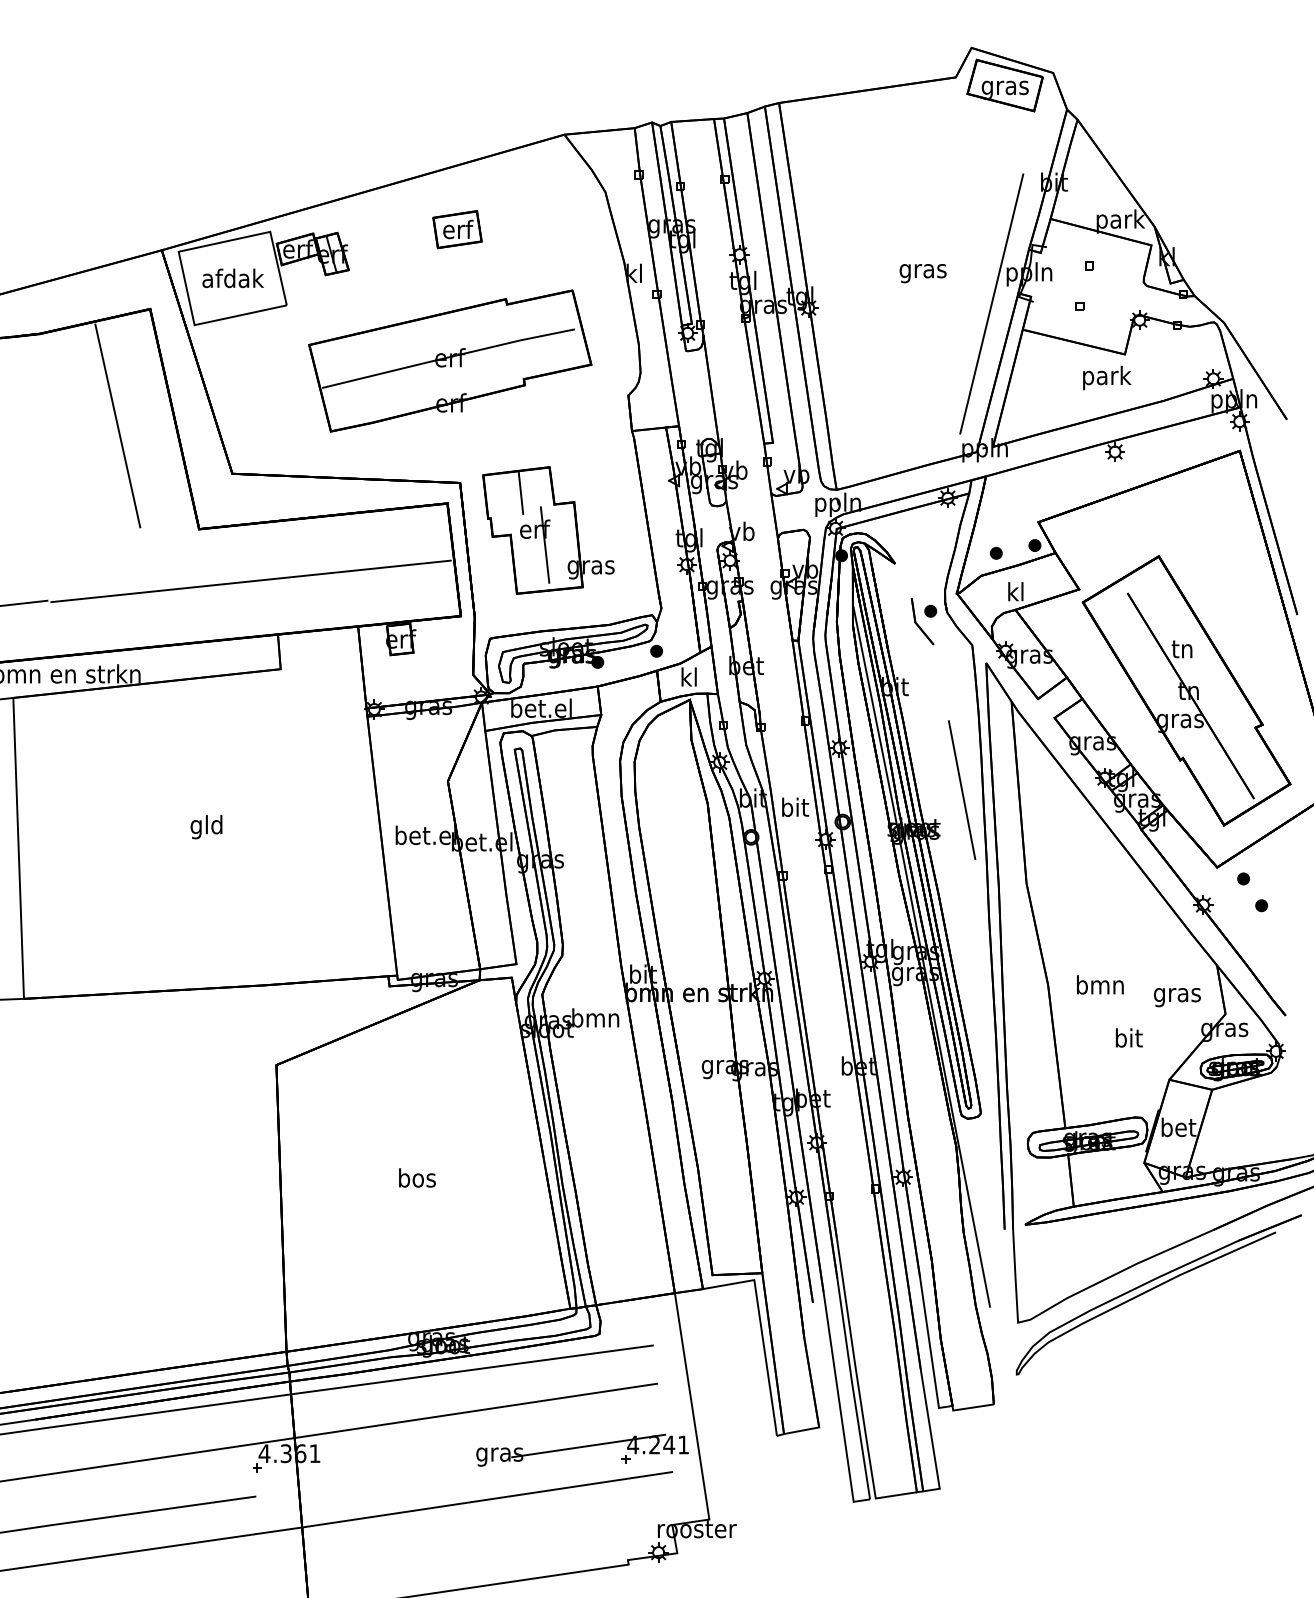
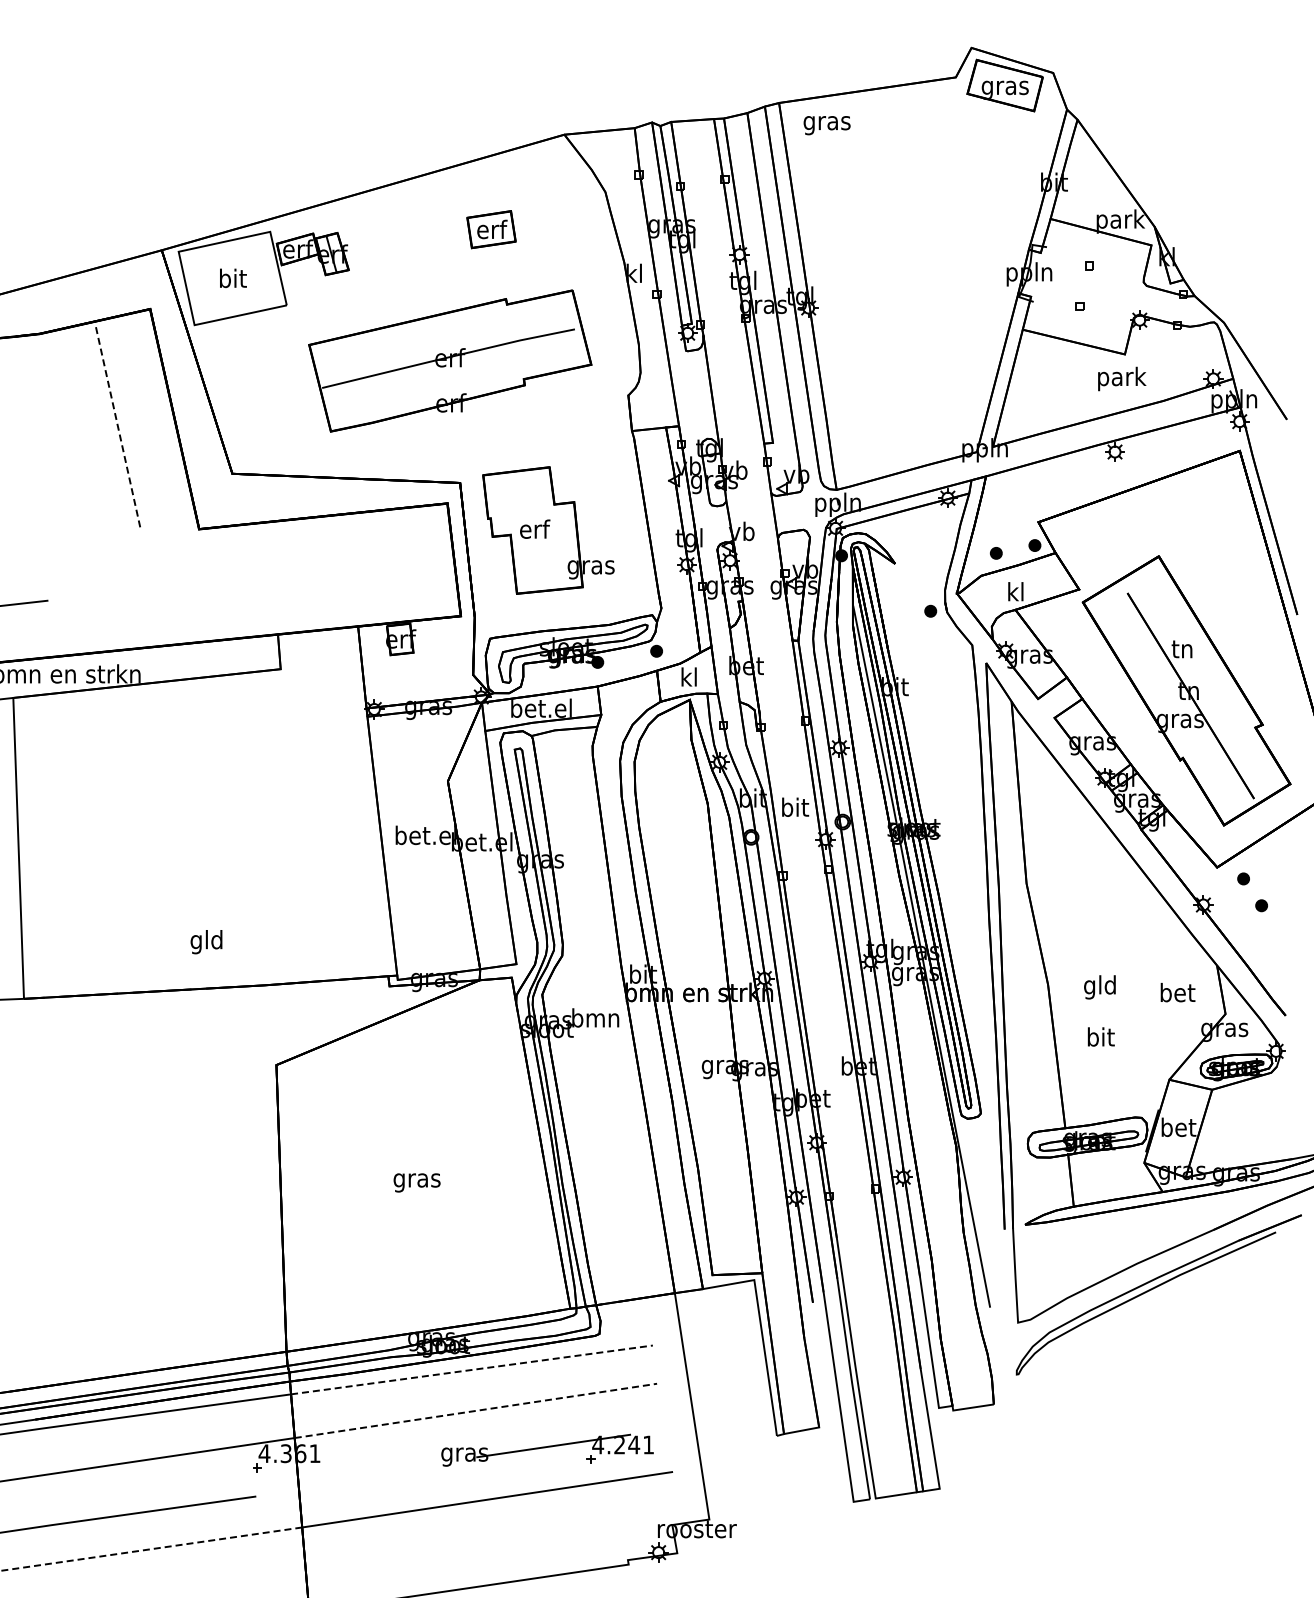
part at (457, 229) position: (457, 229) -> (491, 229)
text at (922, 273) position: (922, 273) -> (826, 125)
text at (232, 278): afdak -> bit
line at (991, 303): present -> none
text at (1107, 377) position: (1107, 377) -> (1122, 378)
line at (117, 425): solid -> dashed
line at (520, 492): present -> none
line at (544, 544): present -> none
line at (250, 581): present -> none
part at (922, 621): present -> none
line at (961, 790): present -> none
text at (206, 827) position: (206, 827) -> (206, 942)
text at (1100, 987): bmn -> gld
text at (1177, 994): gras -> bet
text at (1128, 1037) position: (1128, 1037) -> (1100, 1036)
text at (416, 1180): bos -> gras
line at (472, 1369): solid -> dashed
line at (476, 1410): solid -> dashed
part at (582, 1449) position: (582, 1449) -> (547, 1449)
line at (150, 1549): solid -> dashed
